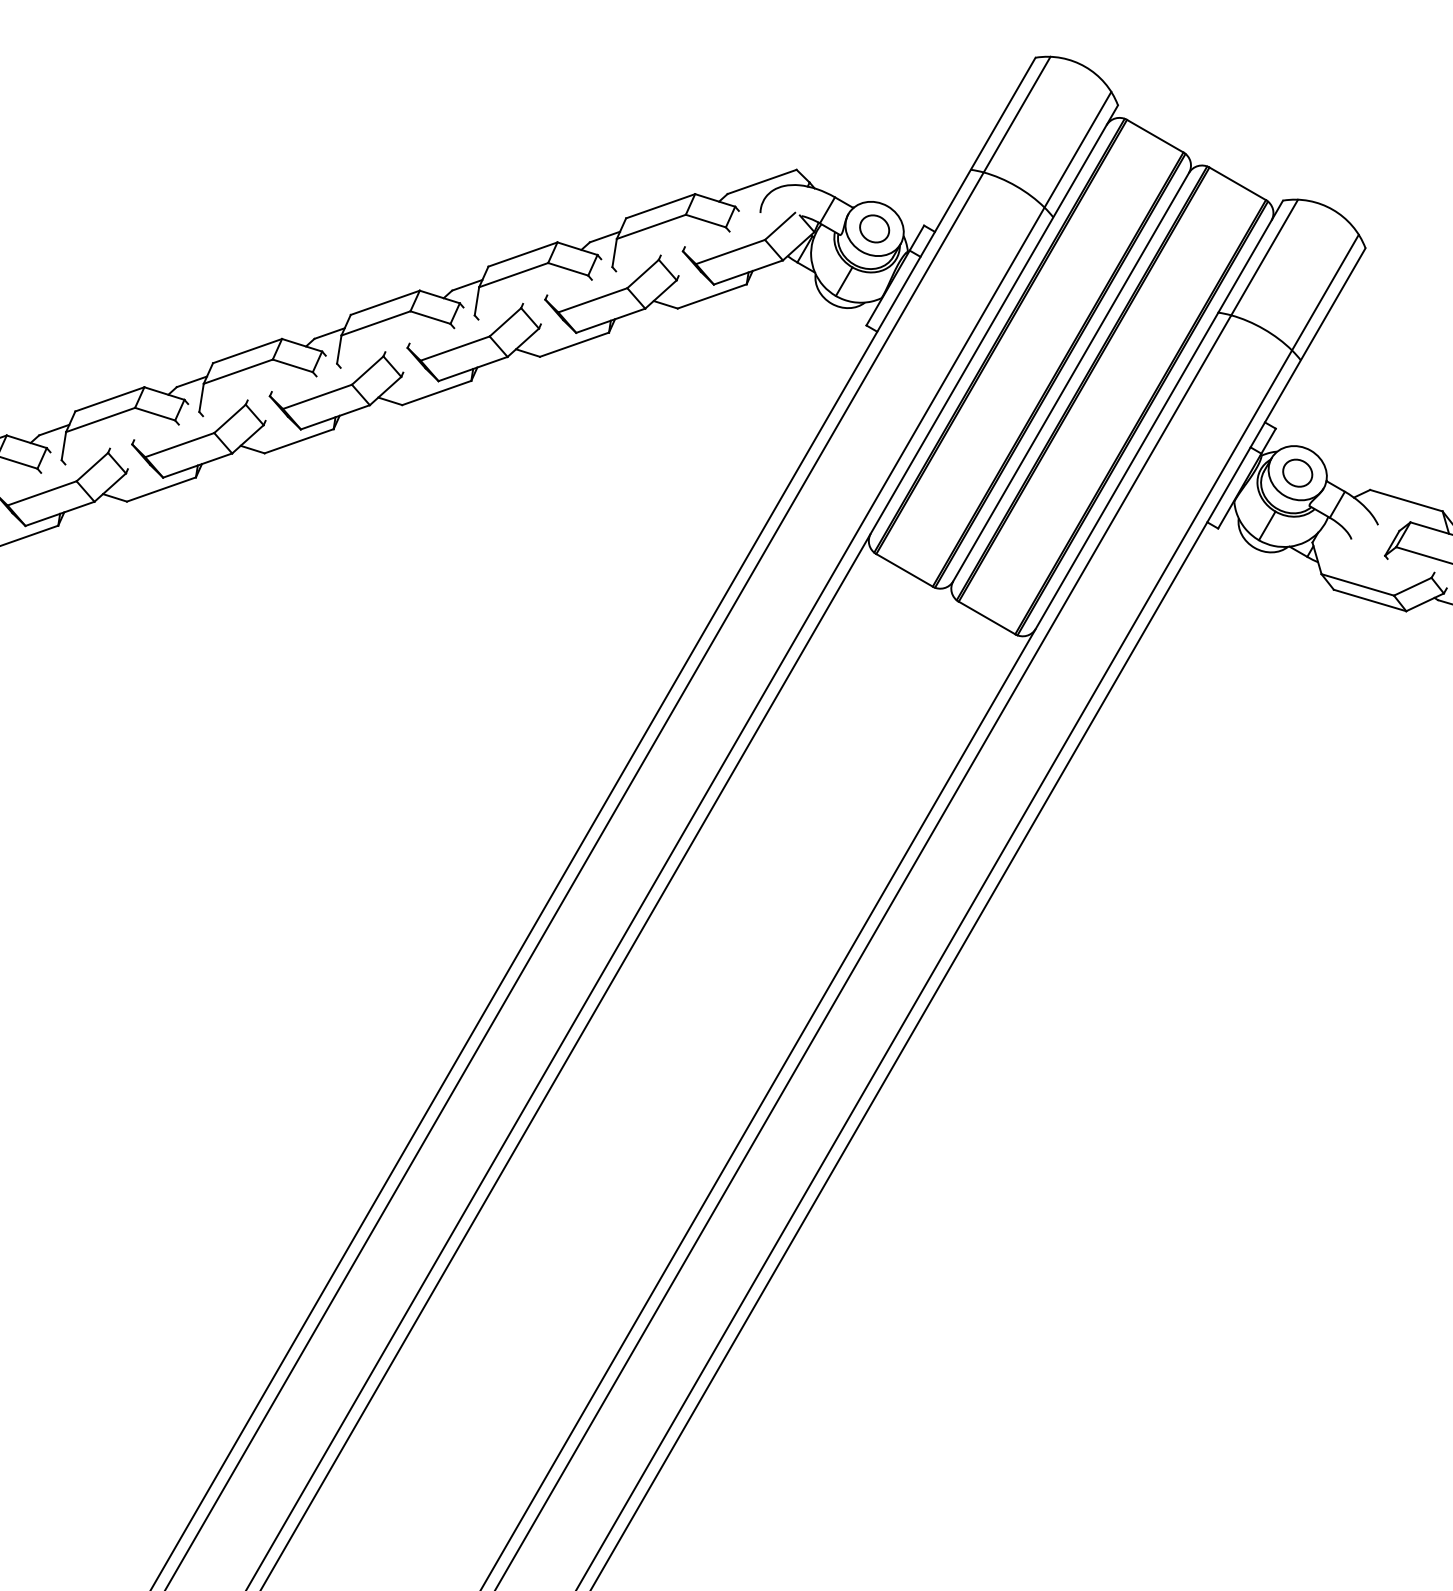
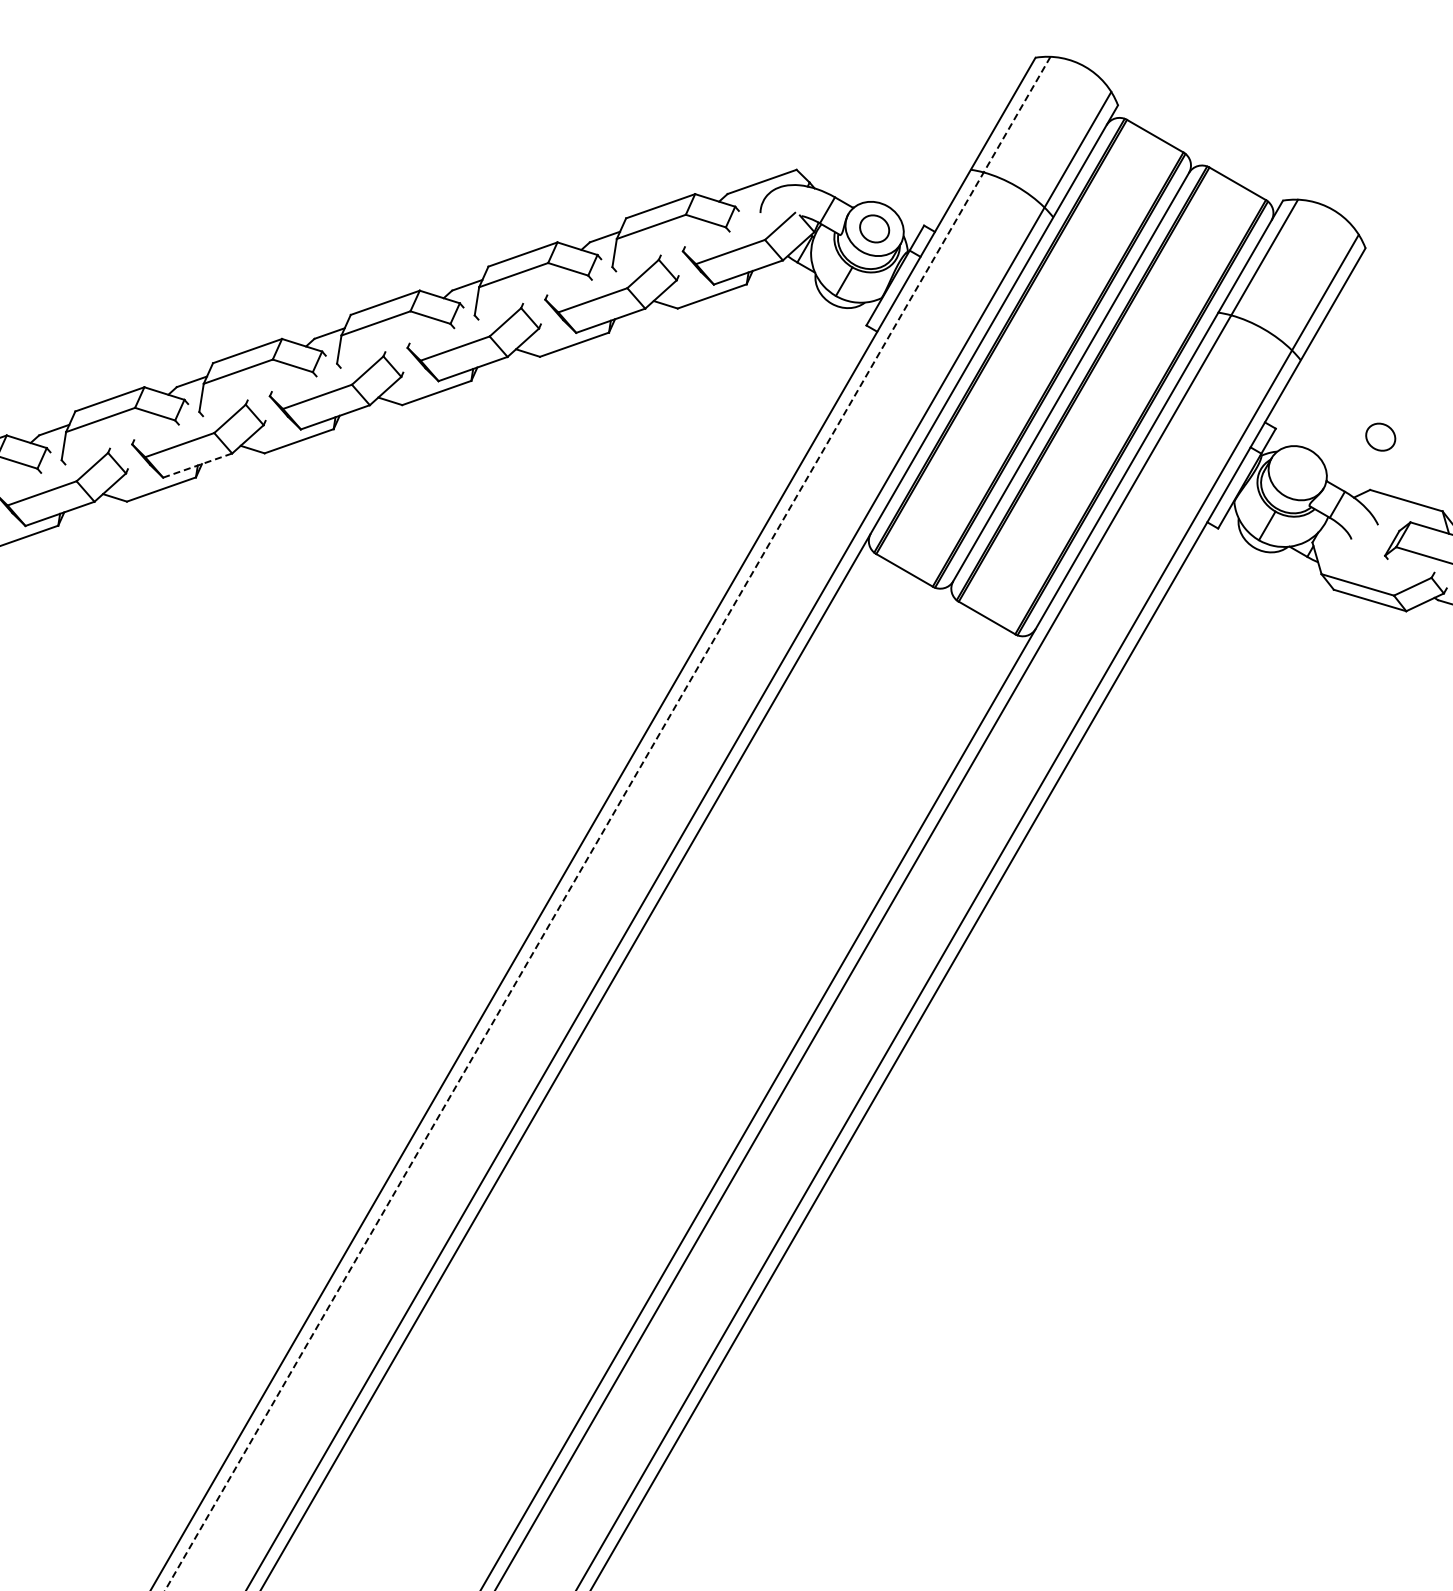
line at (197, 465): solid -> dashed
part at (1297, 472) position: (1297, 472) -> (1380, 436)
line at (607, 823): solid -> dashed
